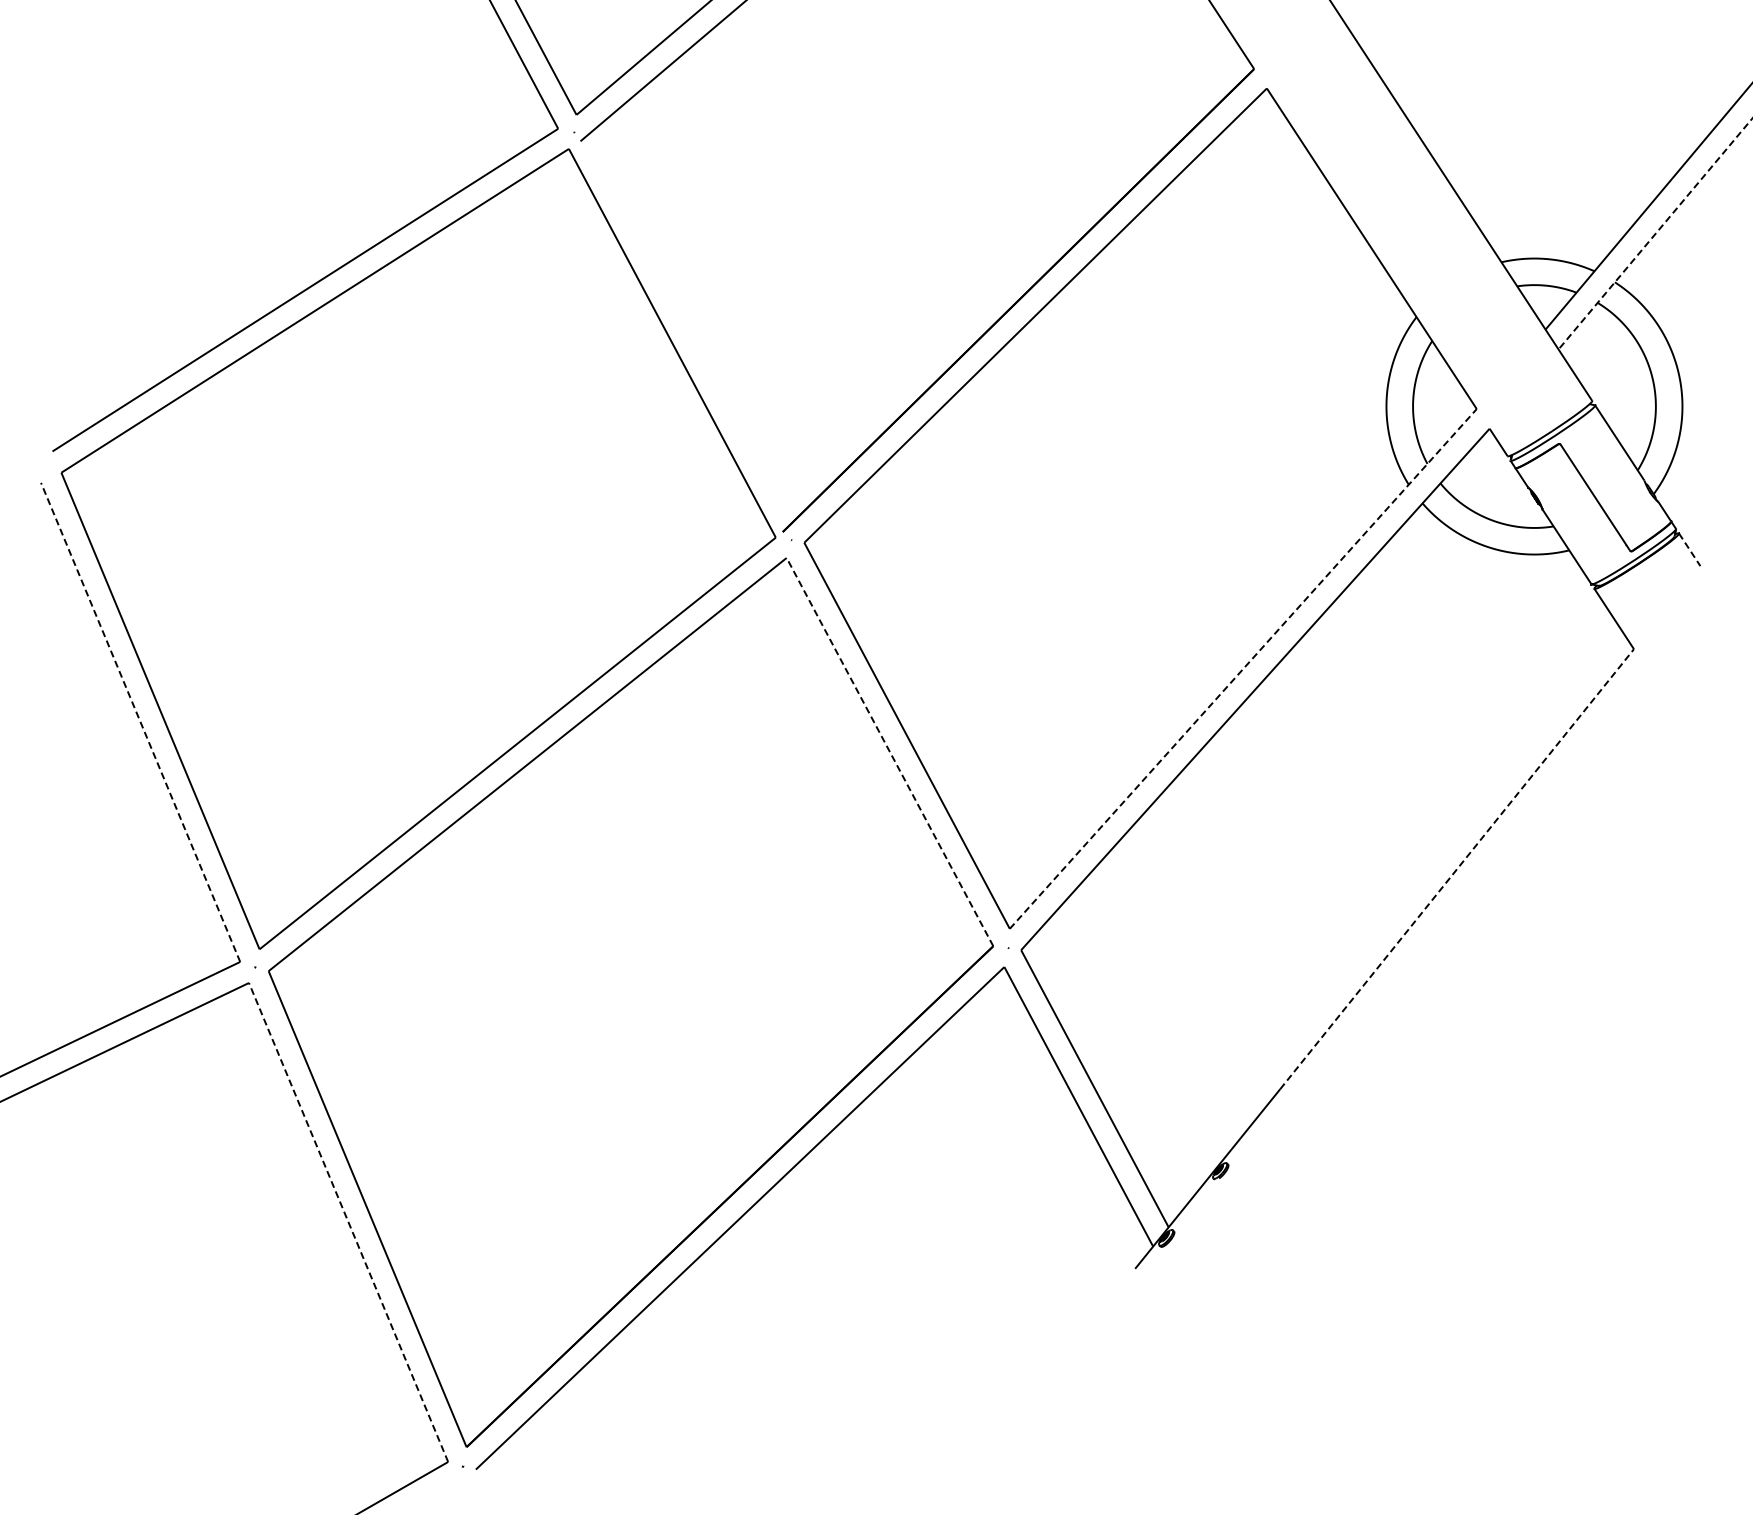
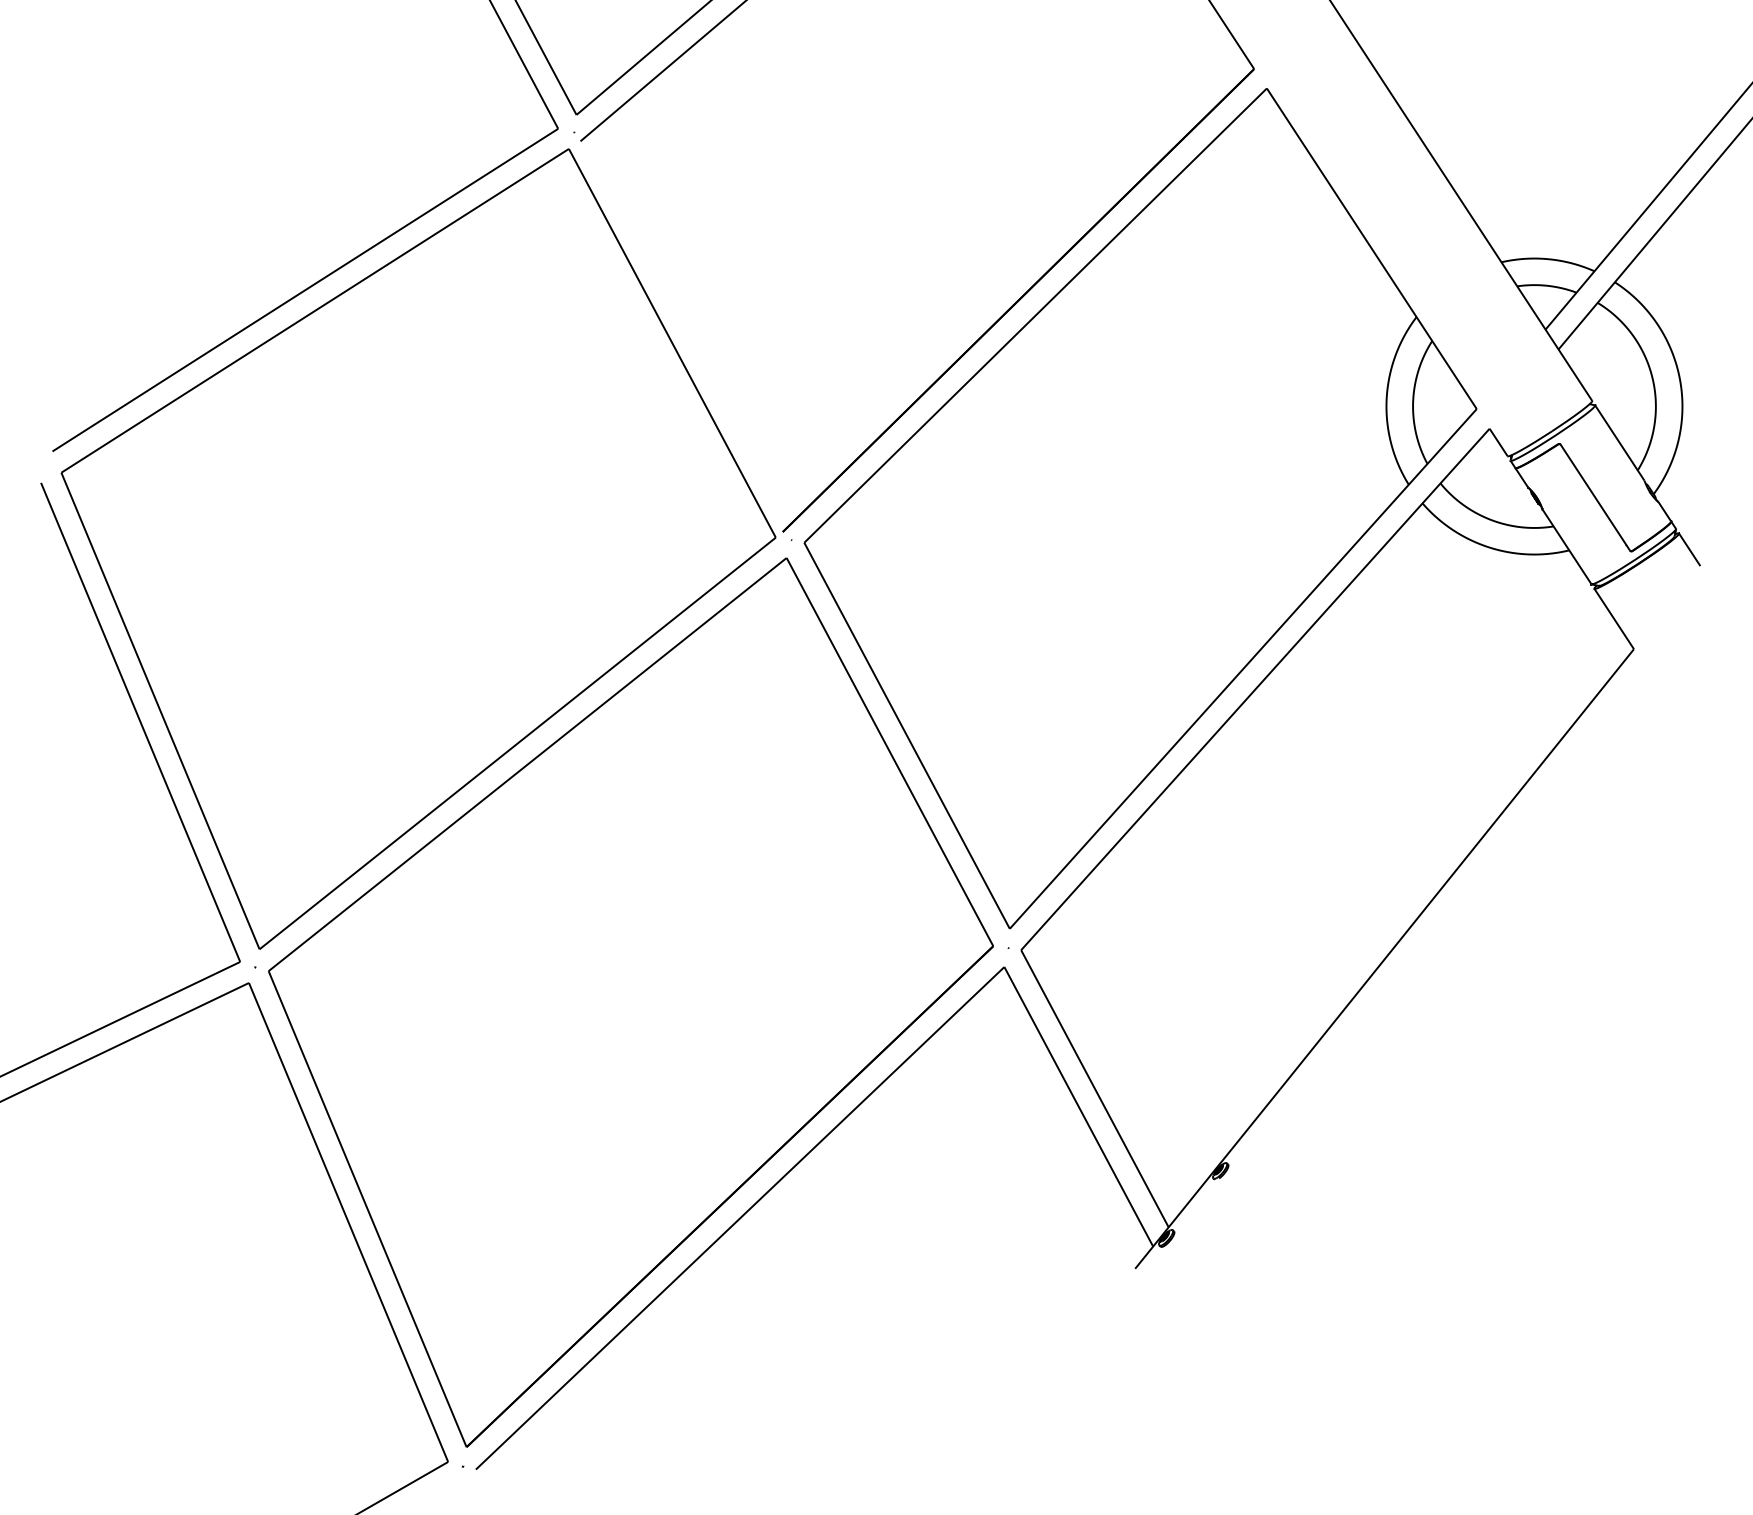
line at (1655, 233): dashed -> solid
line at (1689, 549): dashed -> solid
line at (1243, 668): dashed -> solid
line at (140, 721): dashed -> solid
line at (890, 752): dashed -> solid
line at (1457, 868): dashed -> solid
line at (348, 1222): dashed -> solid
